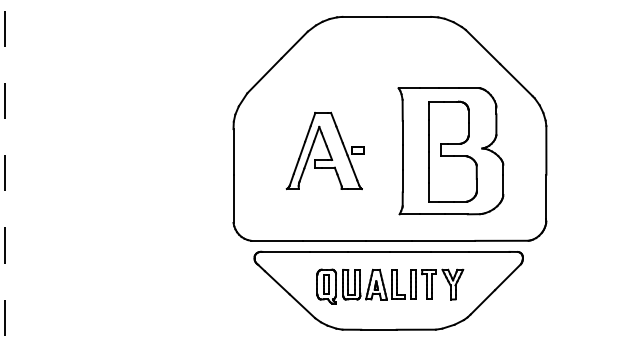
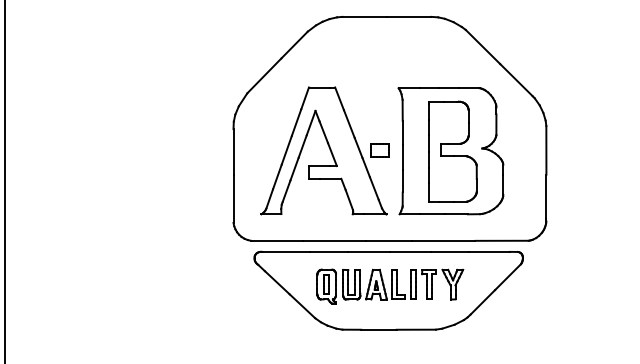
part at (324, 150) size: 80x79 px -> 130x130 px
line at (4, 181): dashed -> solid
